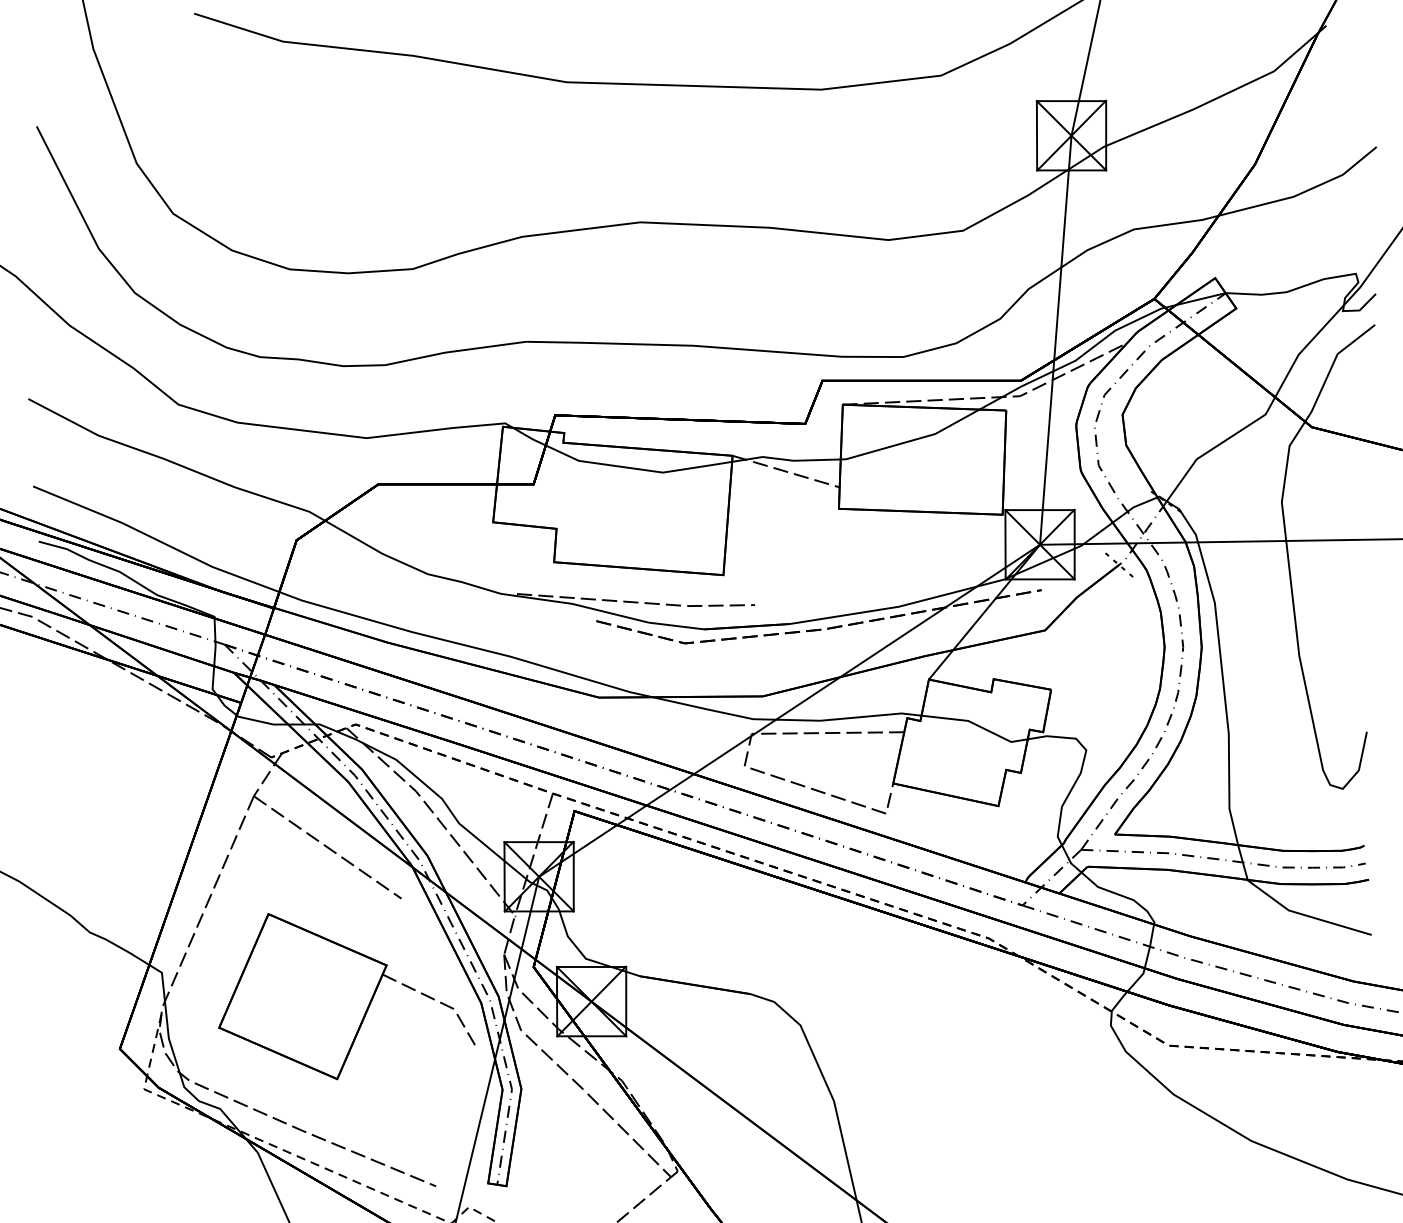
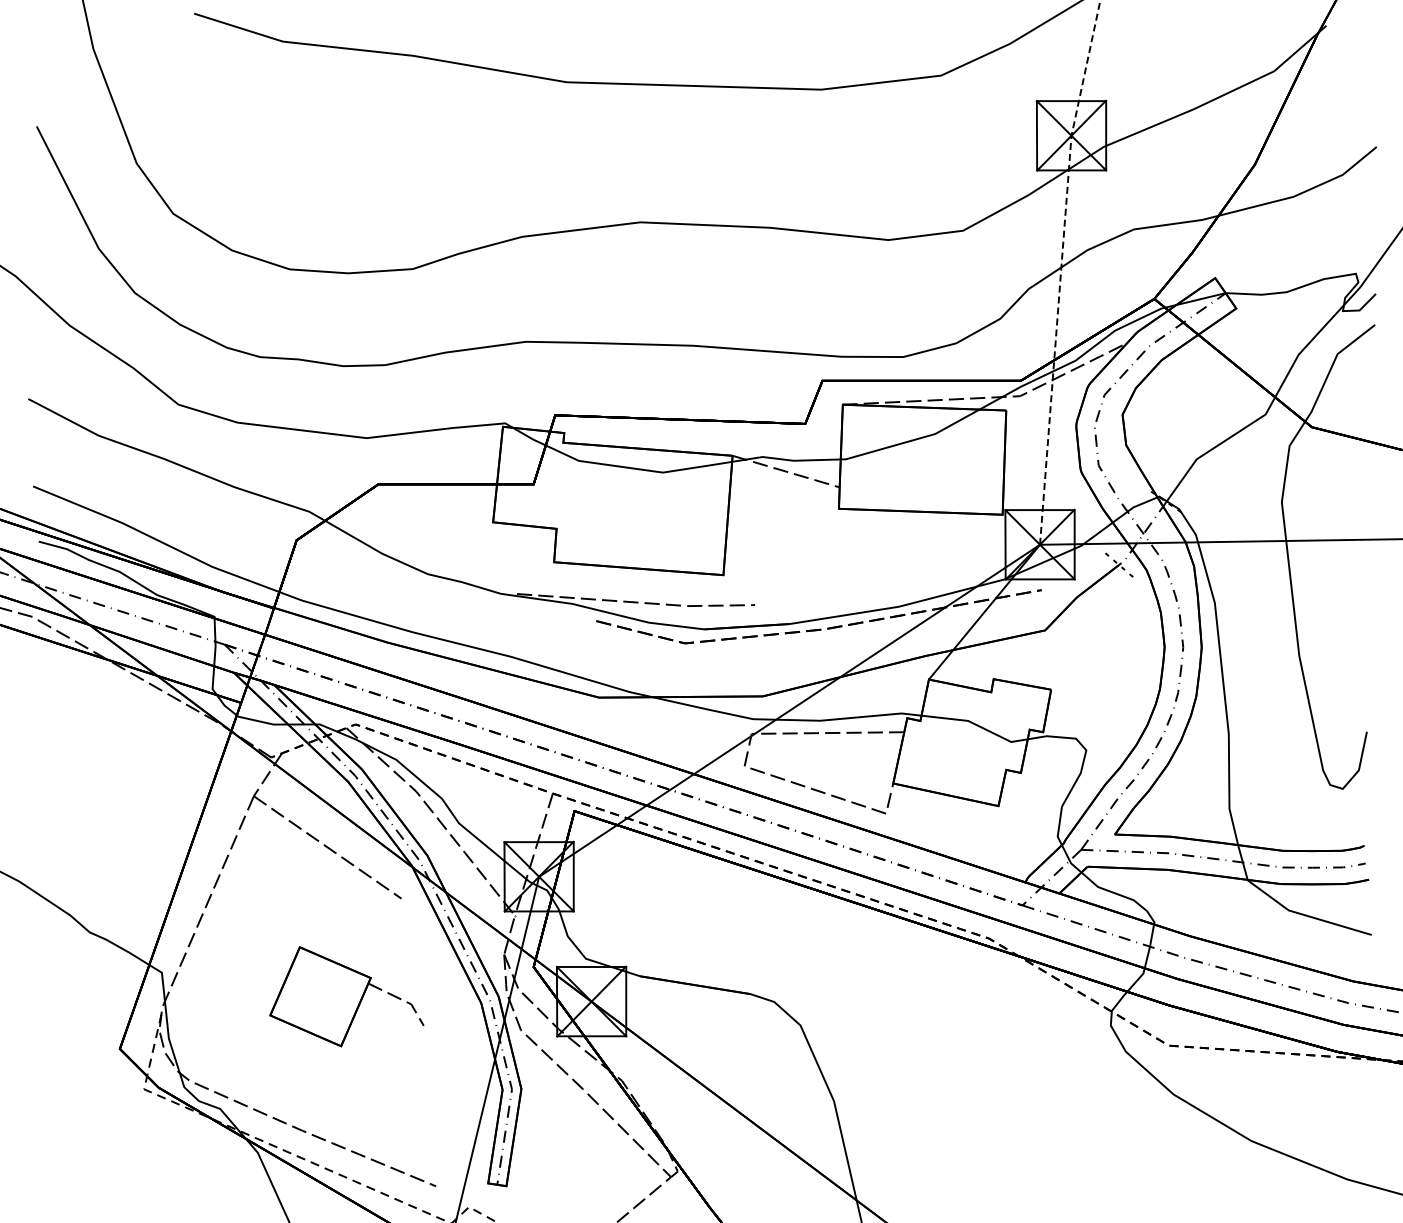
line at (1061, 270): solid -> dashed
part at (346, 996) size: 258x168 px -> 156x102 px
